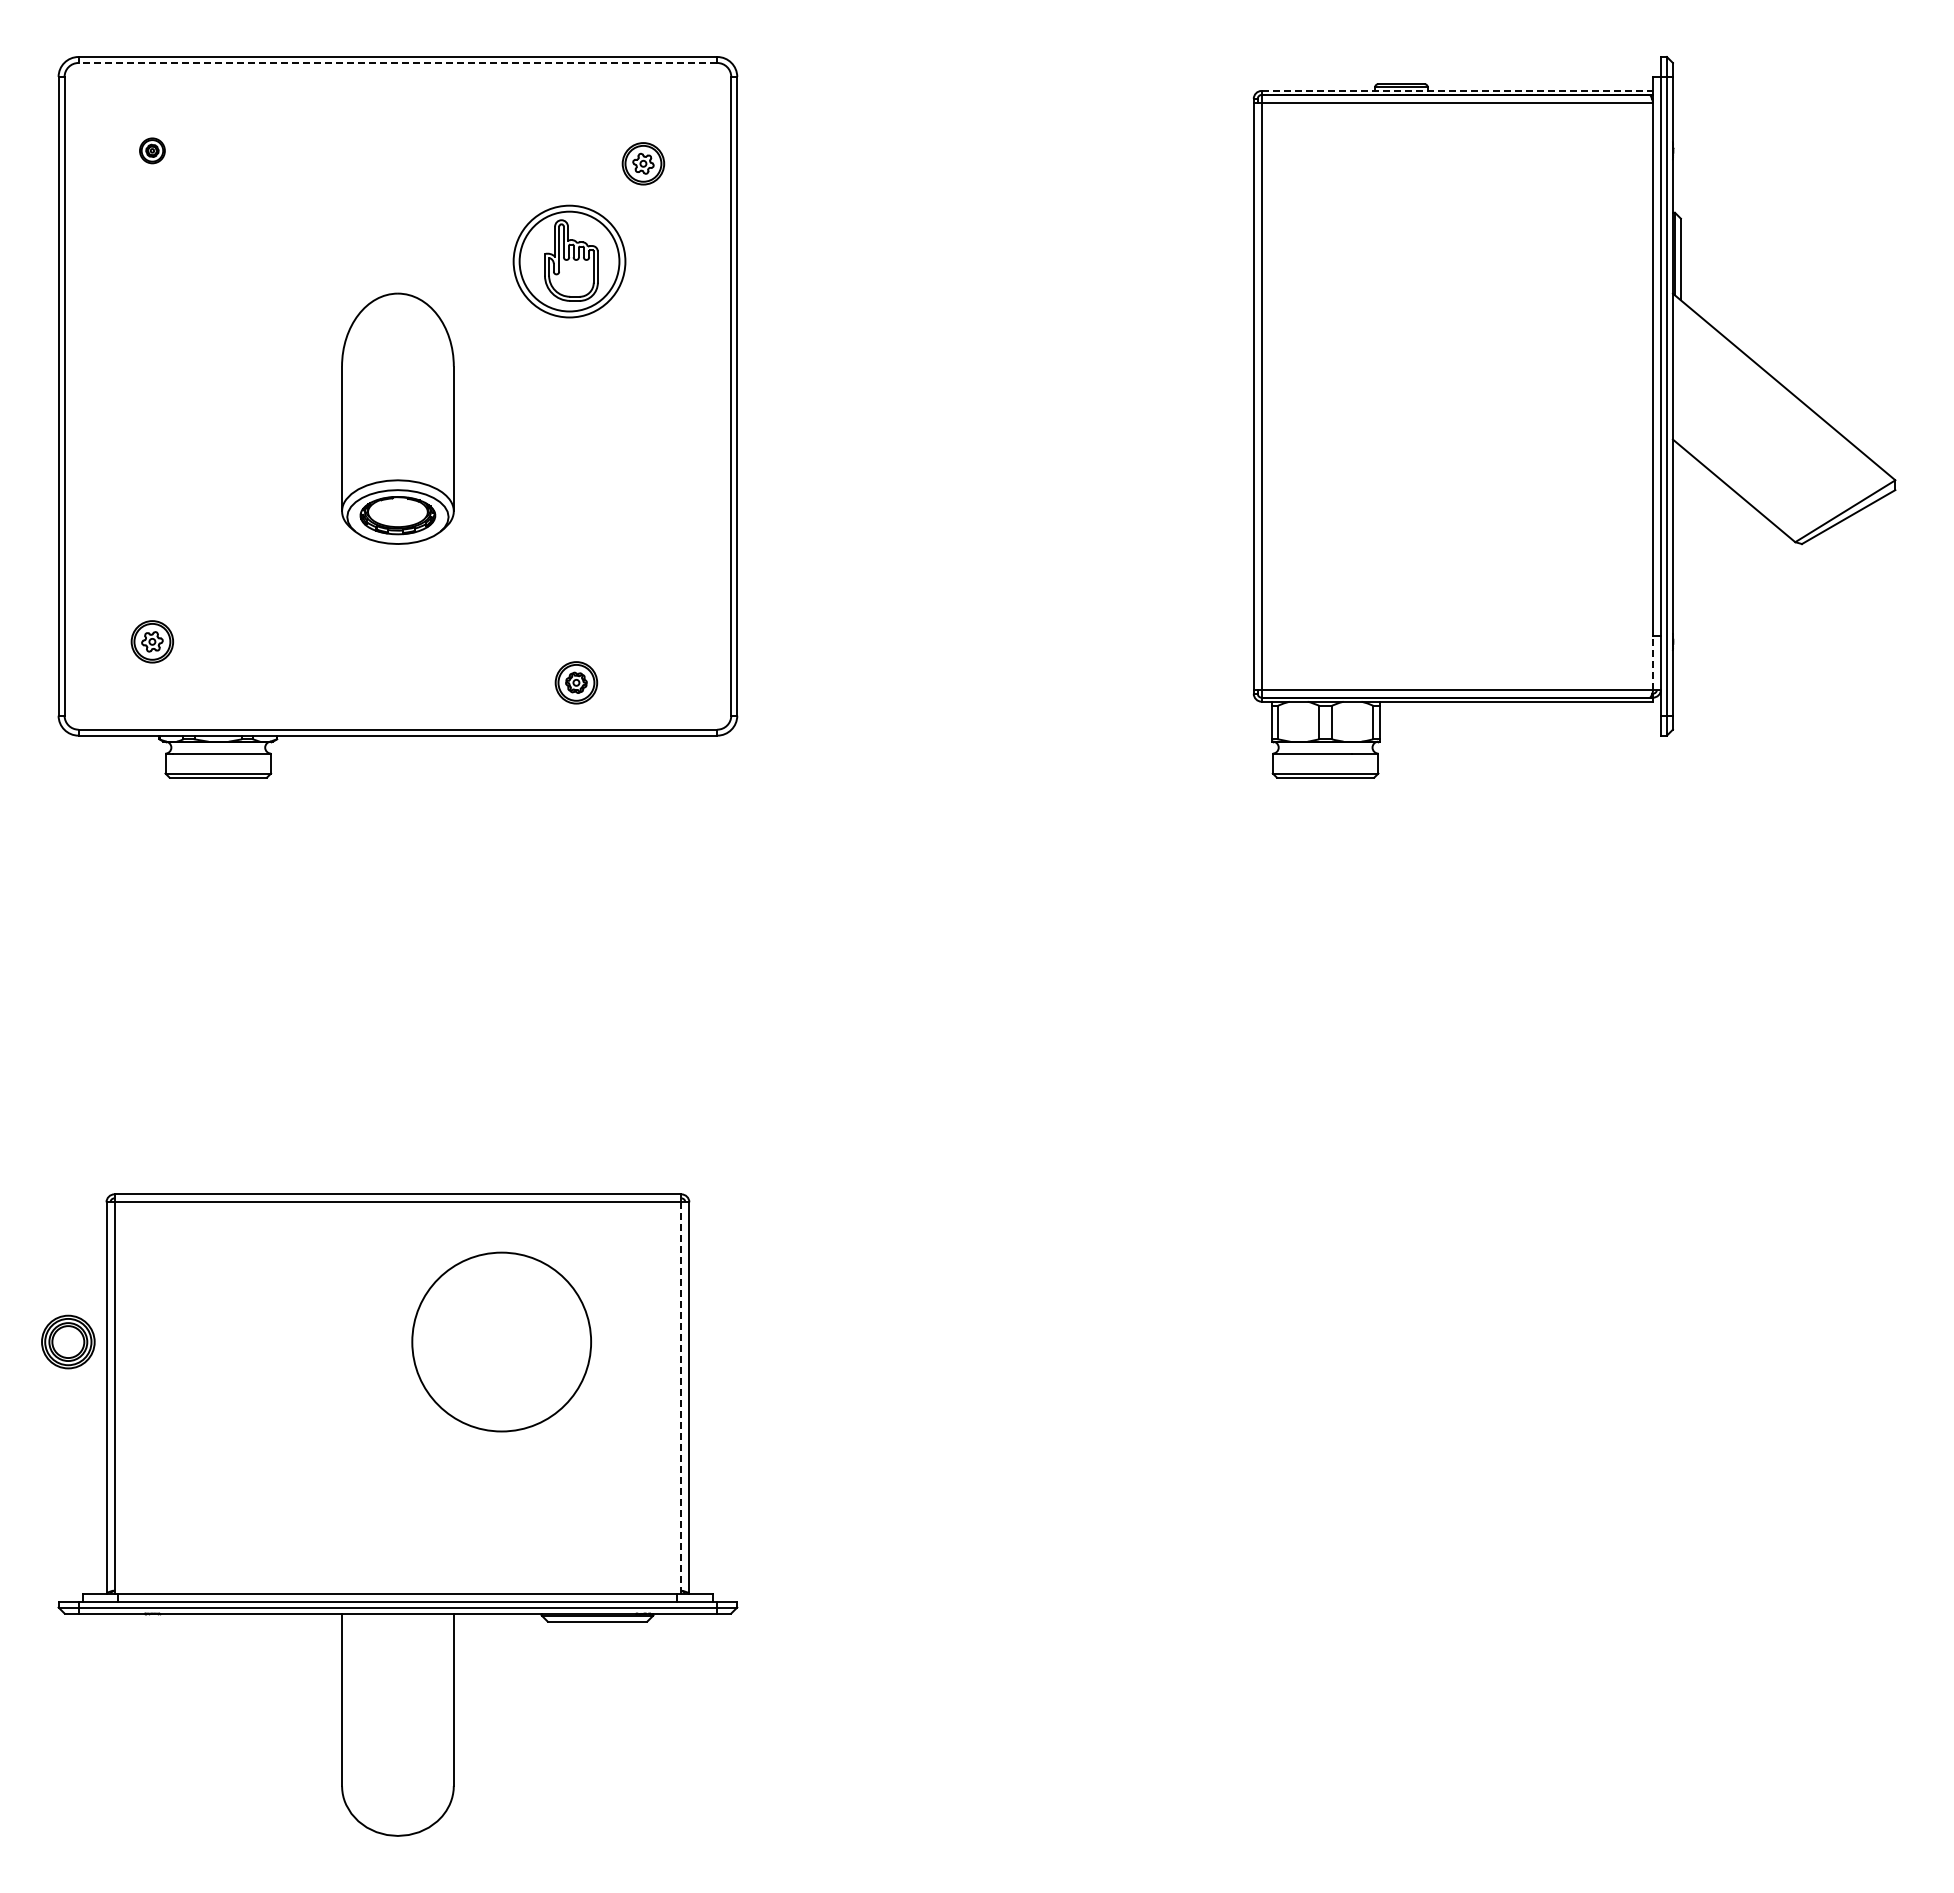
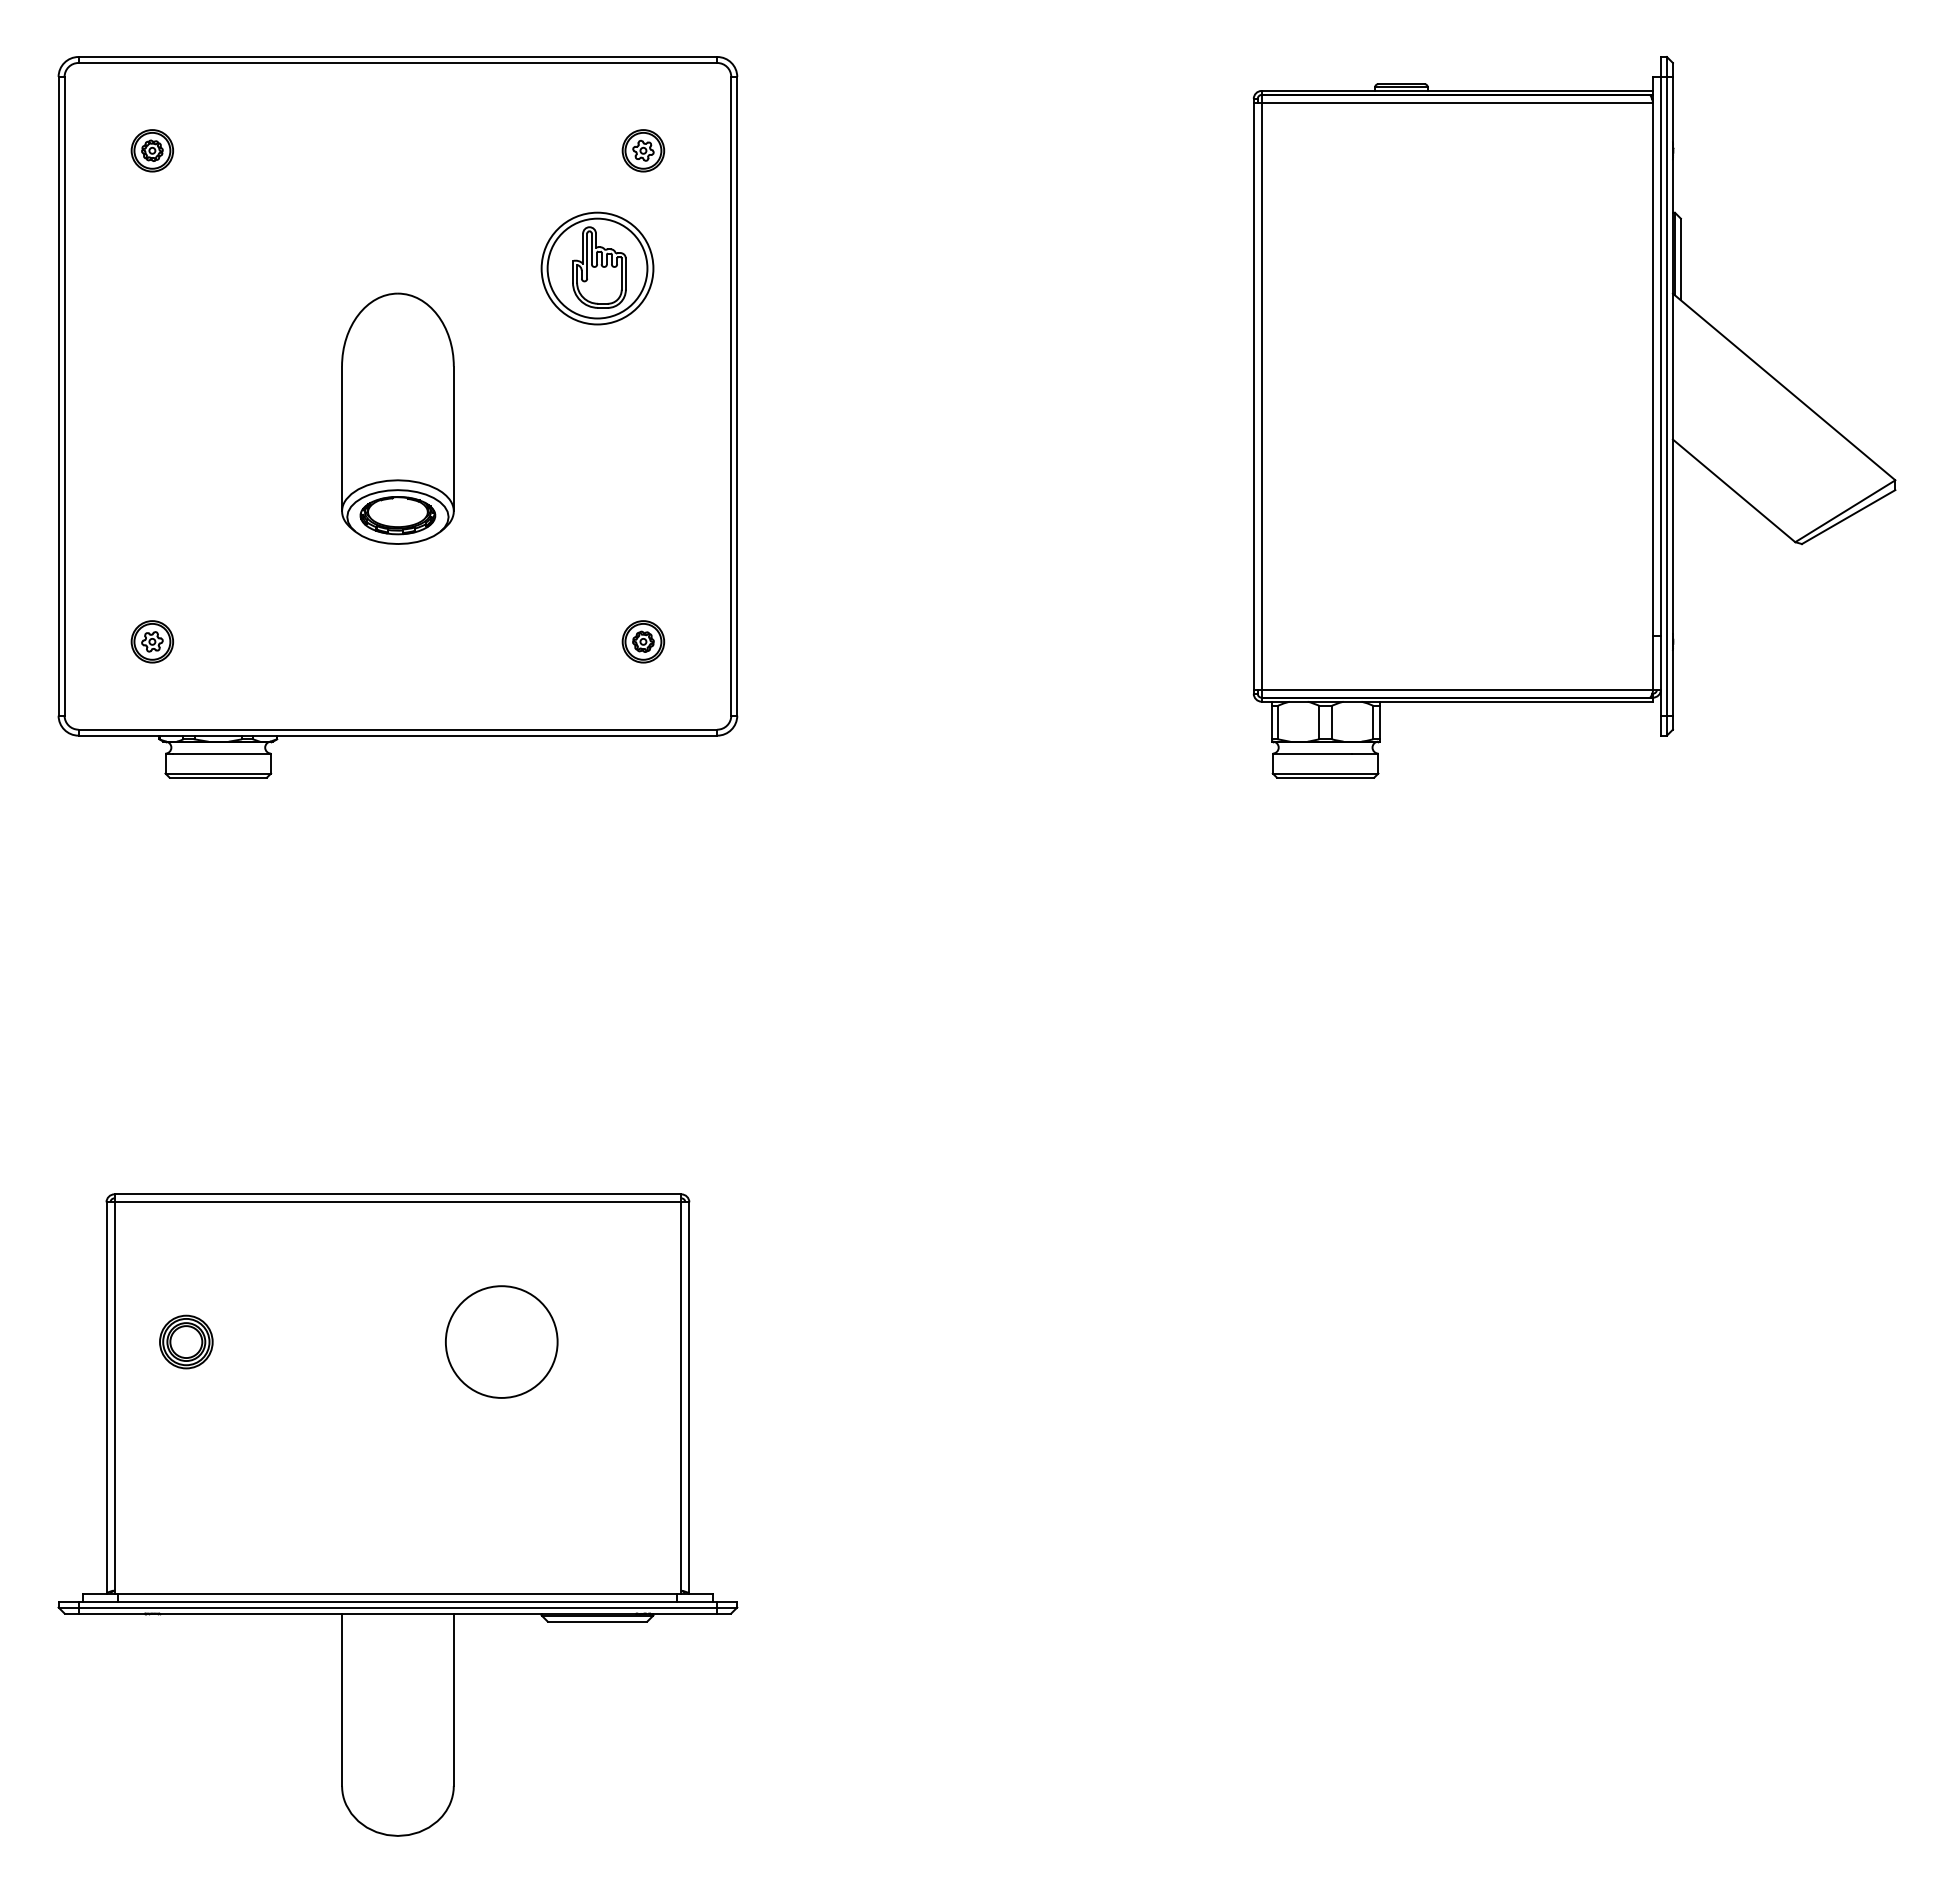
line at (397, 63): dashed -> solid
line at (1457, 90): dashed -> solid
part at (152, 150) size: 27x28 px -> 45x44 px
part at (643, 163) position: (643, 163) -> (643, 150)
part at (569, 261) position: (569, 261) -> (597, 268)
line at (1652, 662): dashed -> solid
part at (576, 682) position: (576, 682) -> (643, 641)
part at (68, 1341) position: (68, 1341) -> (186, 1341)
circle at (501, 1341) diameter: 179 px -> 112 px
line at (681, 1397): dashed -> solid
